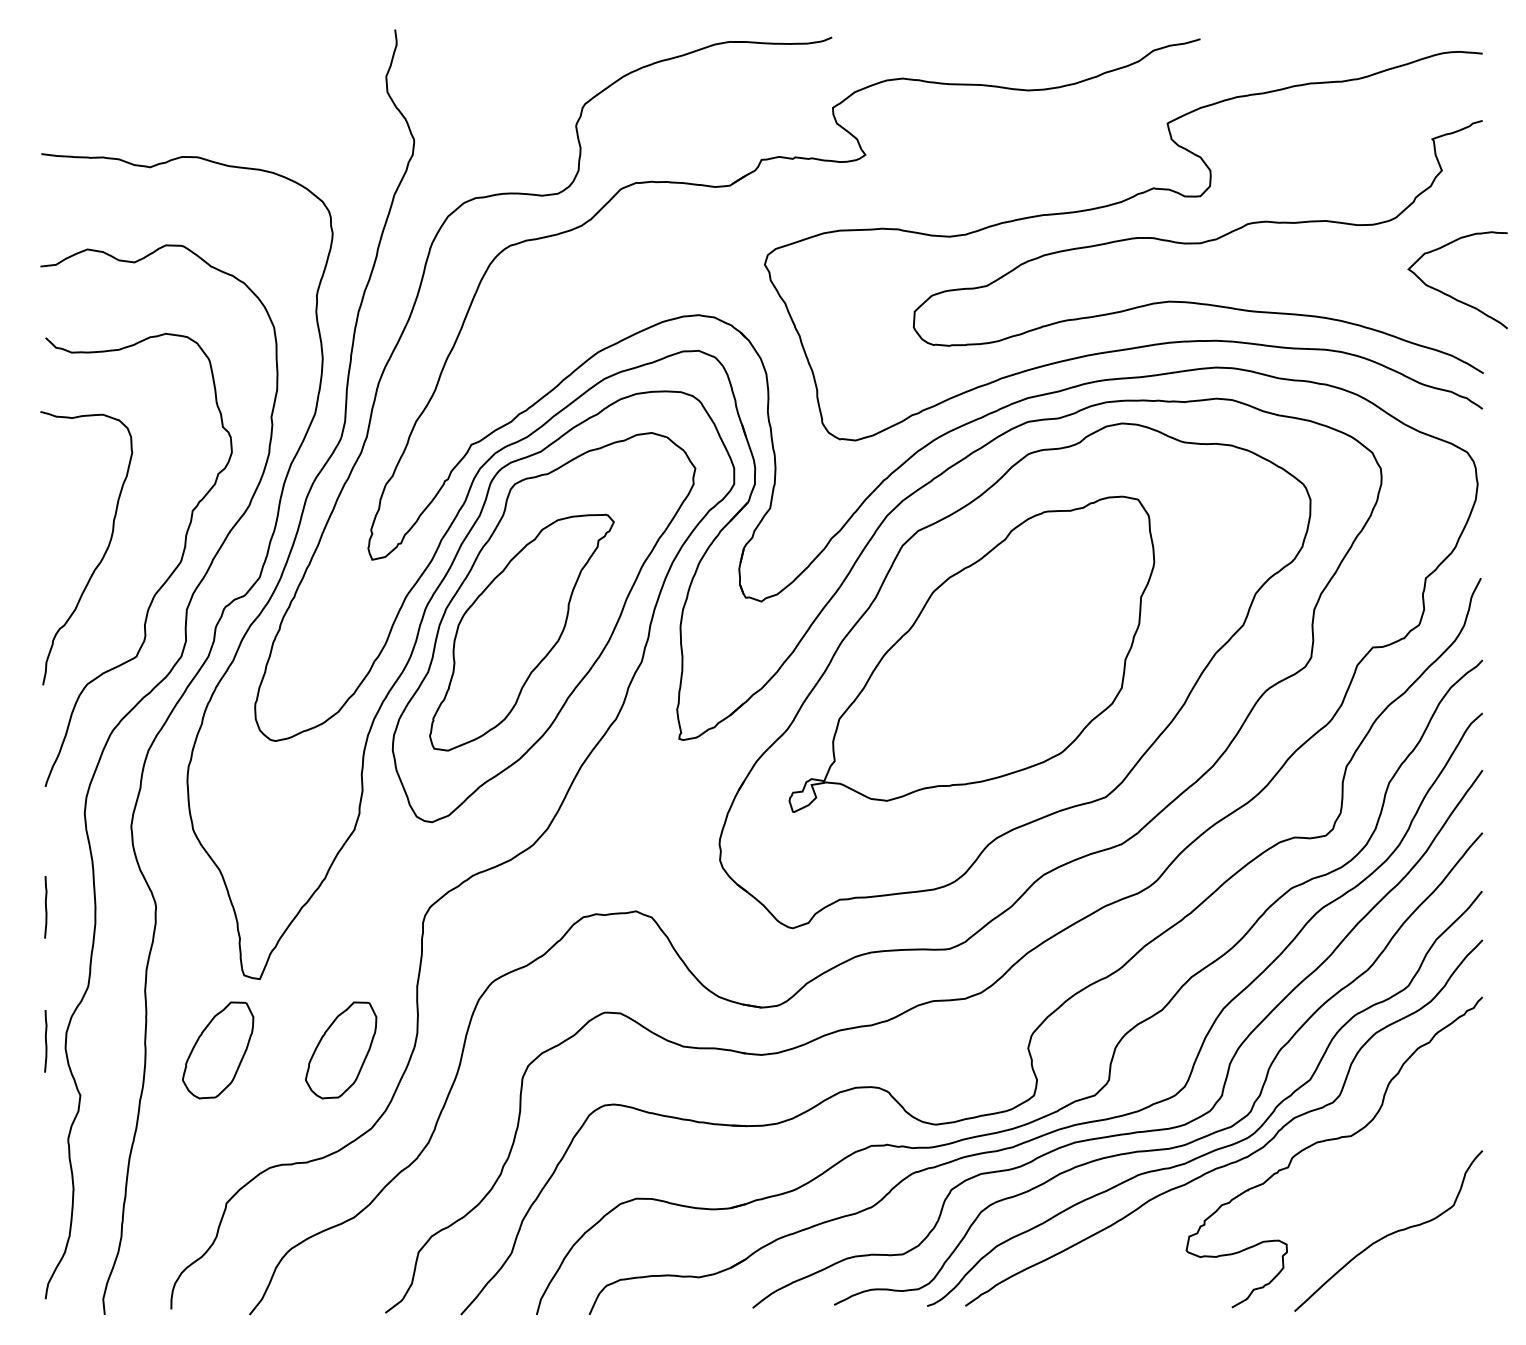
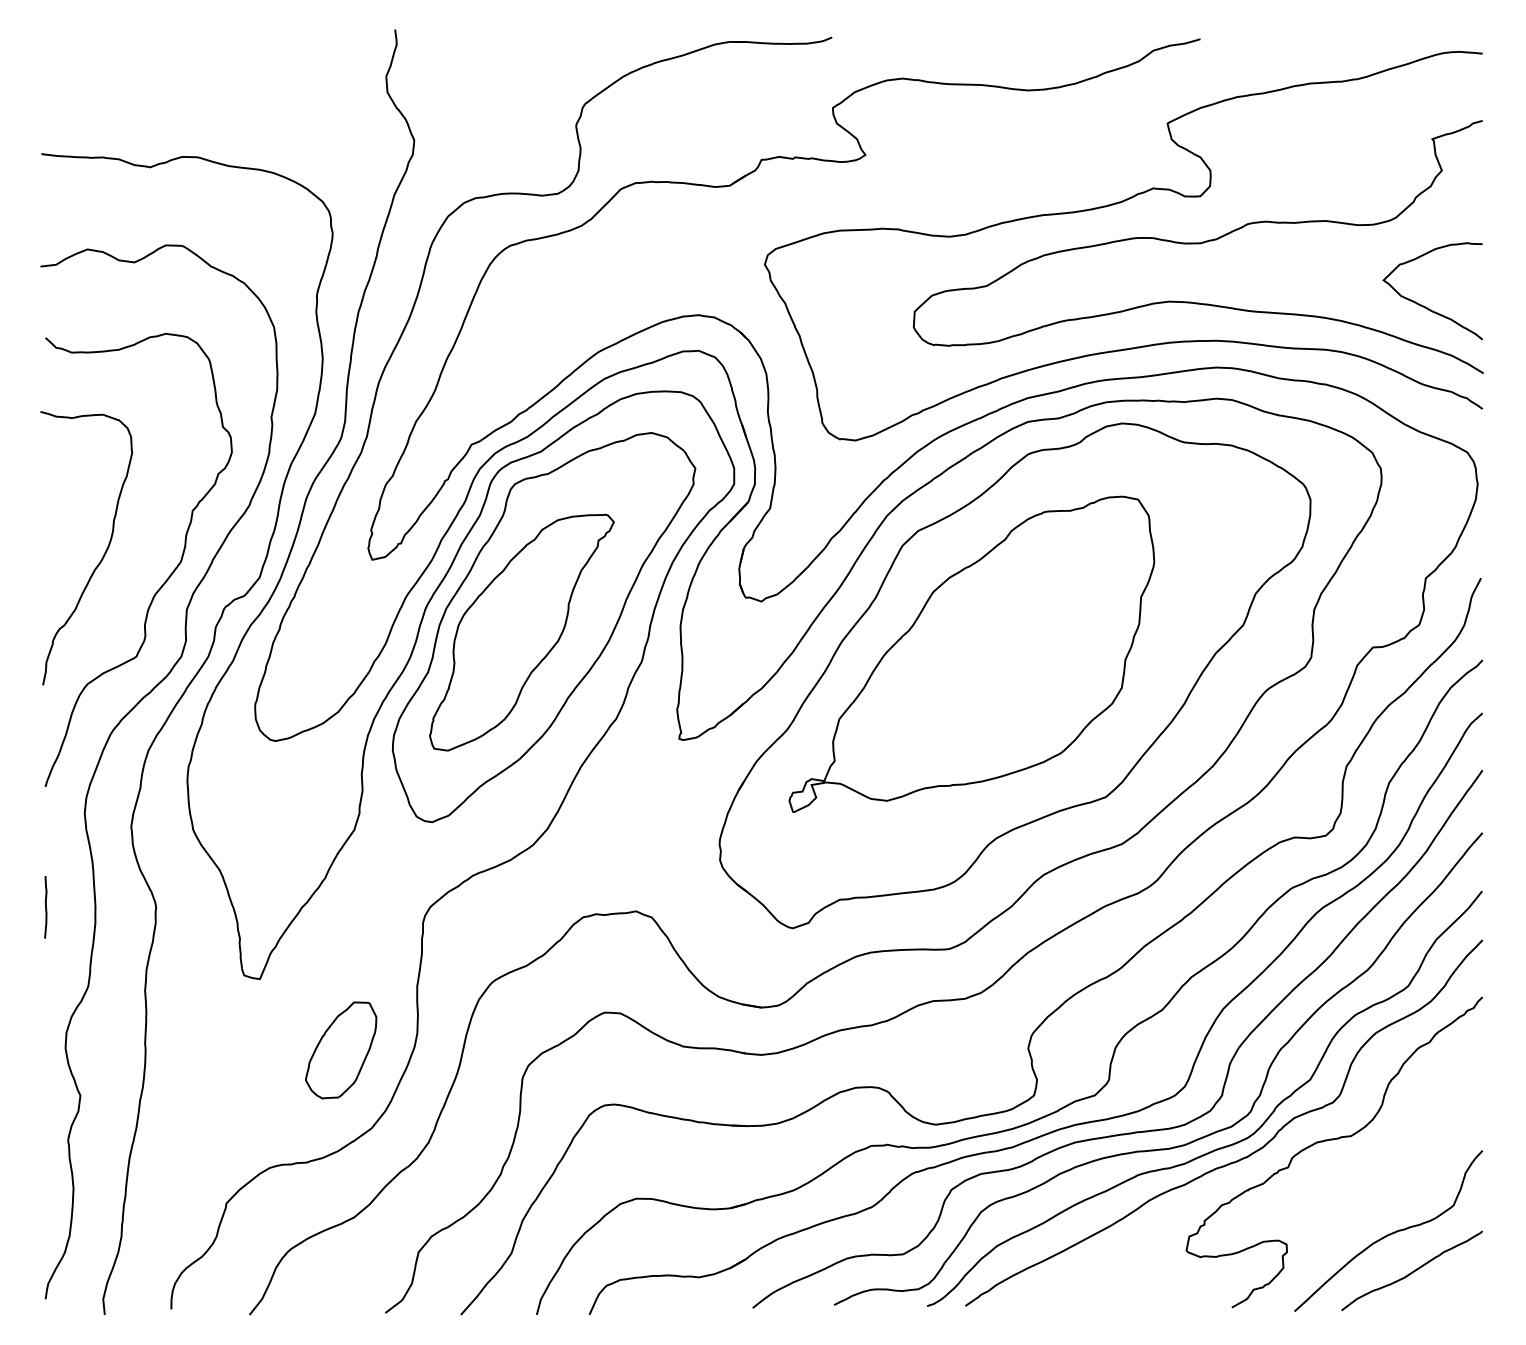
curve at (1450, 295) position: (1450, 295) -> (1425, 306)
line at (45, 1041): present -> none
part at (218, 1050): present -> none
curve at (1412, 1271): none -> present
